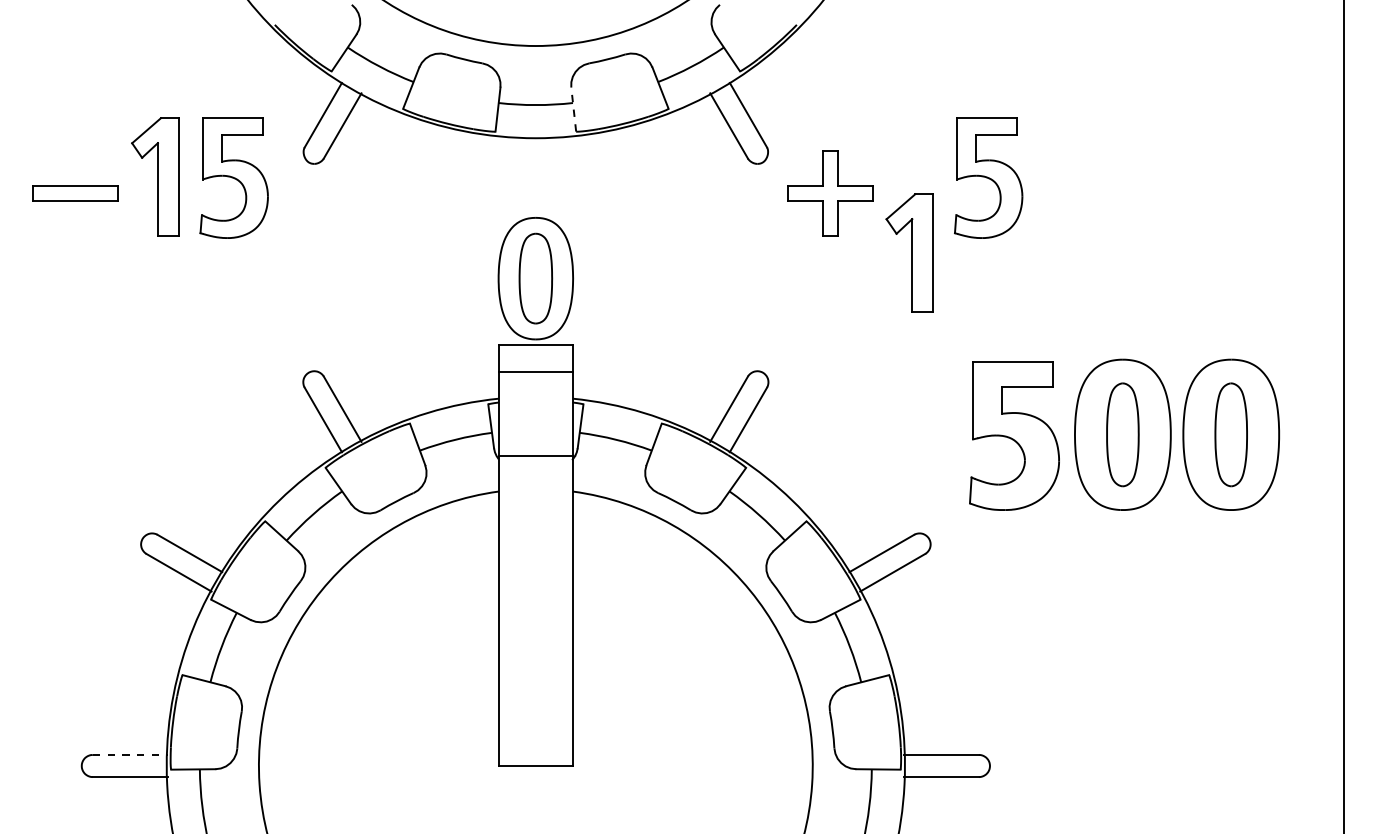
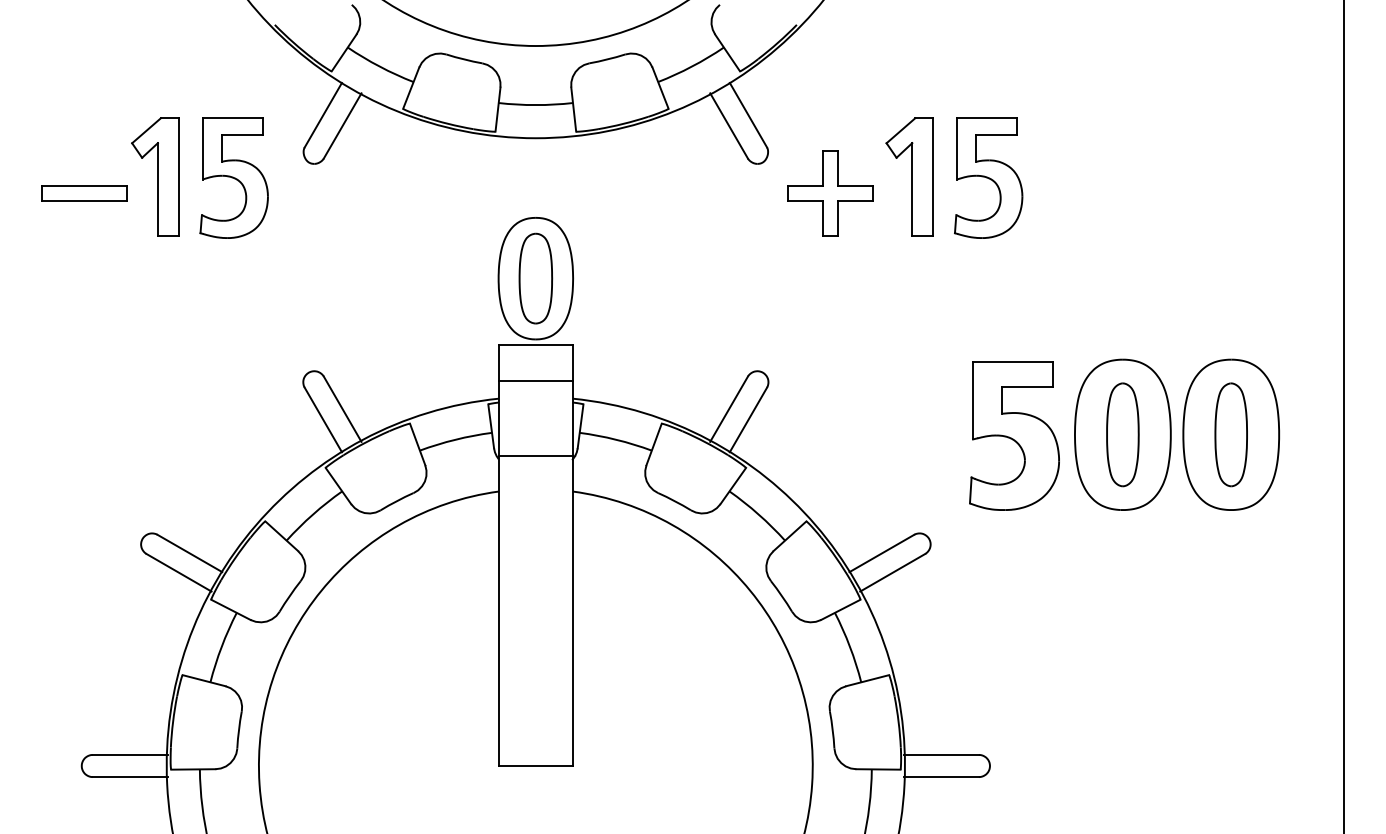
line at (573, 109): dashed -> solid
part at (75, 193) position: (75, 193) -> (84, 193)
part at (909, 252) position: (909, 252) -> (909, 176)
line at (535, 372) position: (535, 372) -> (535, 381)
line at (130, 754): dashed -> solid
